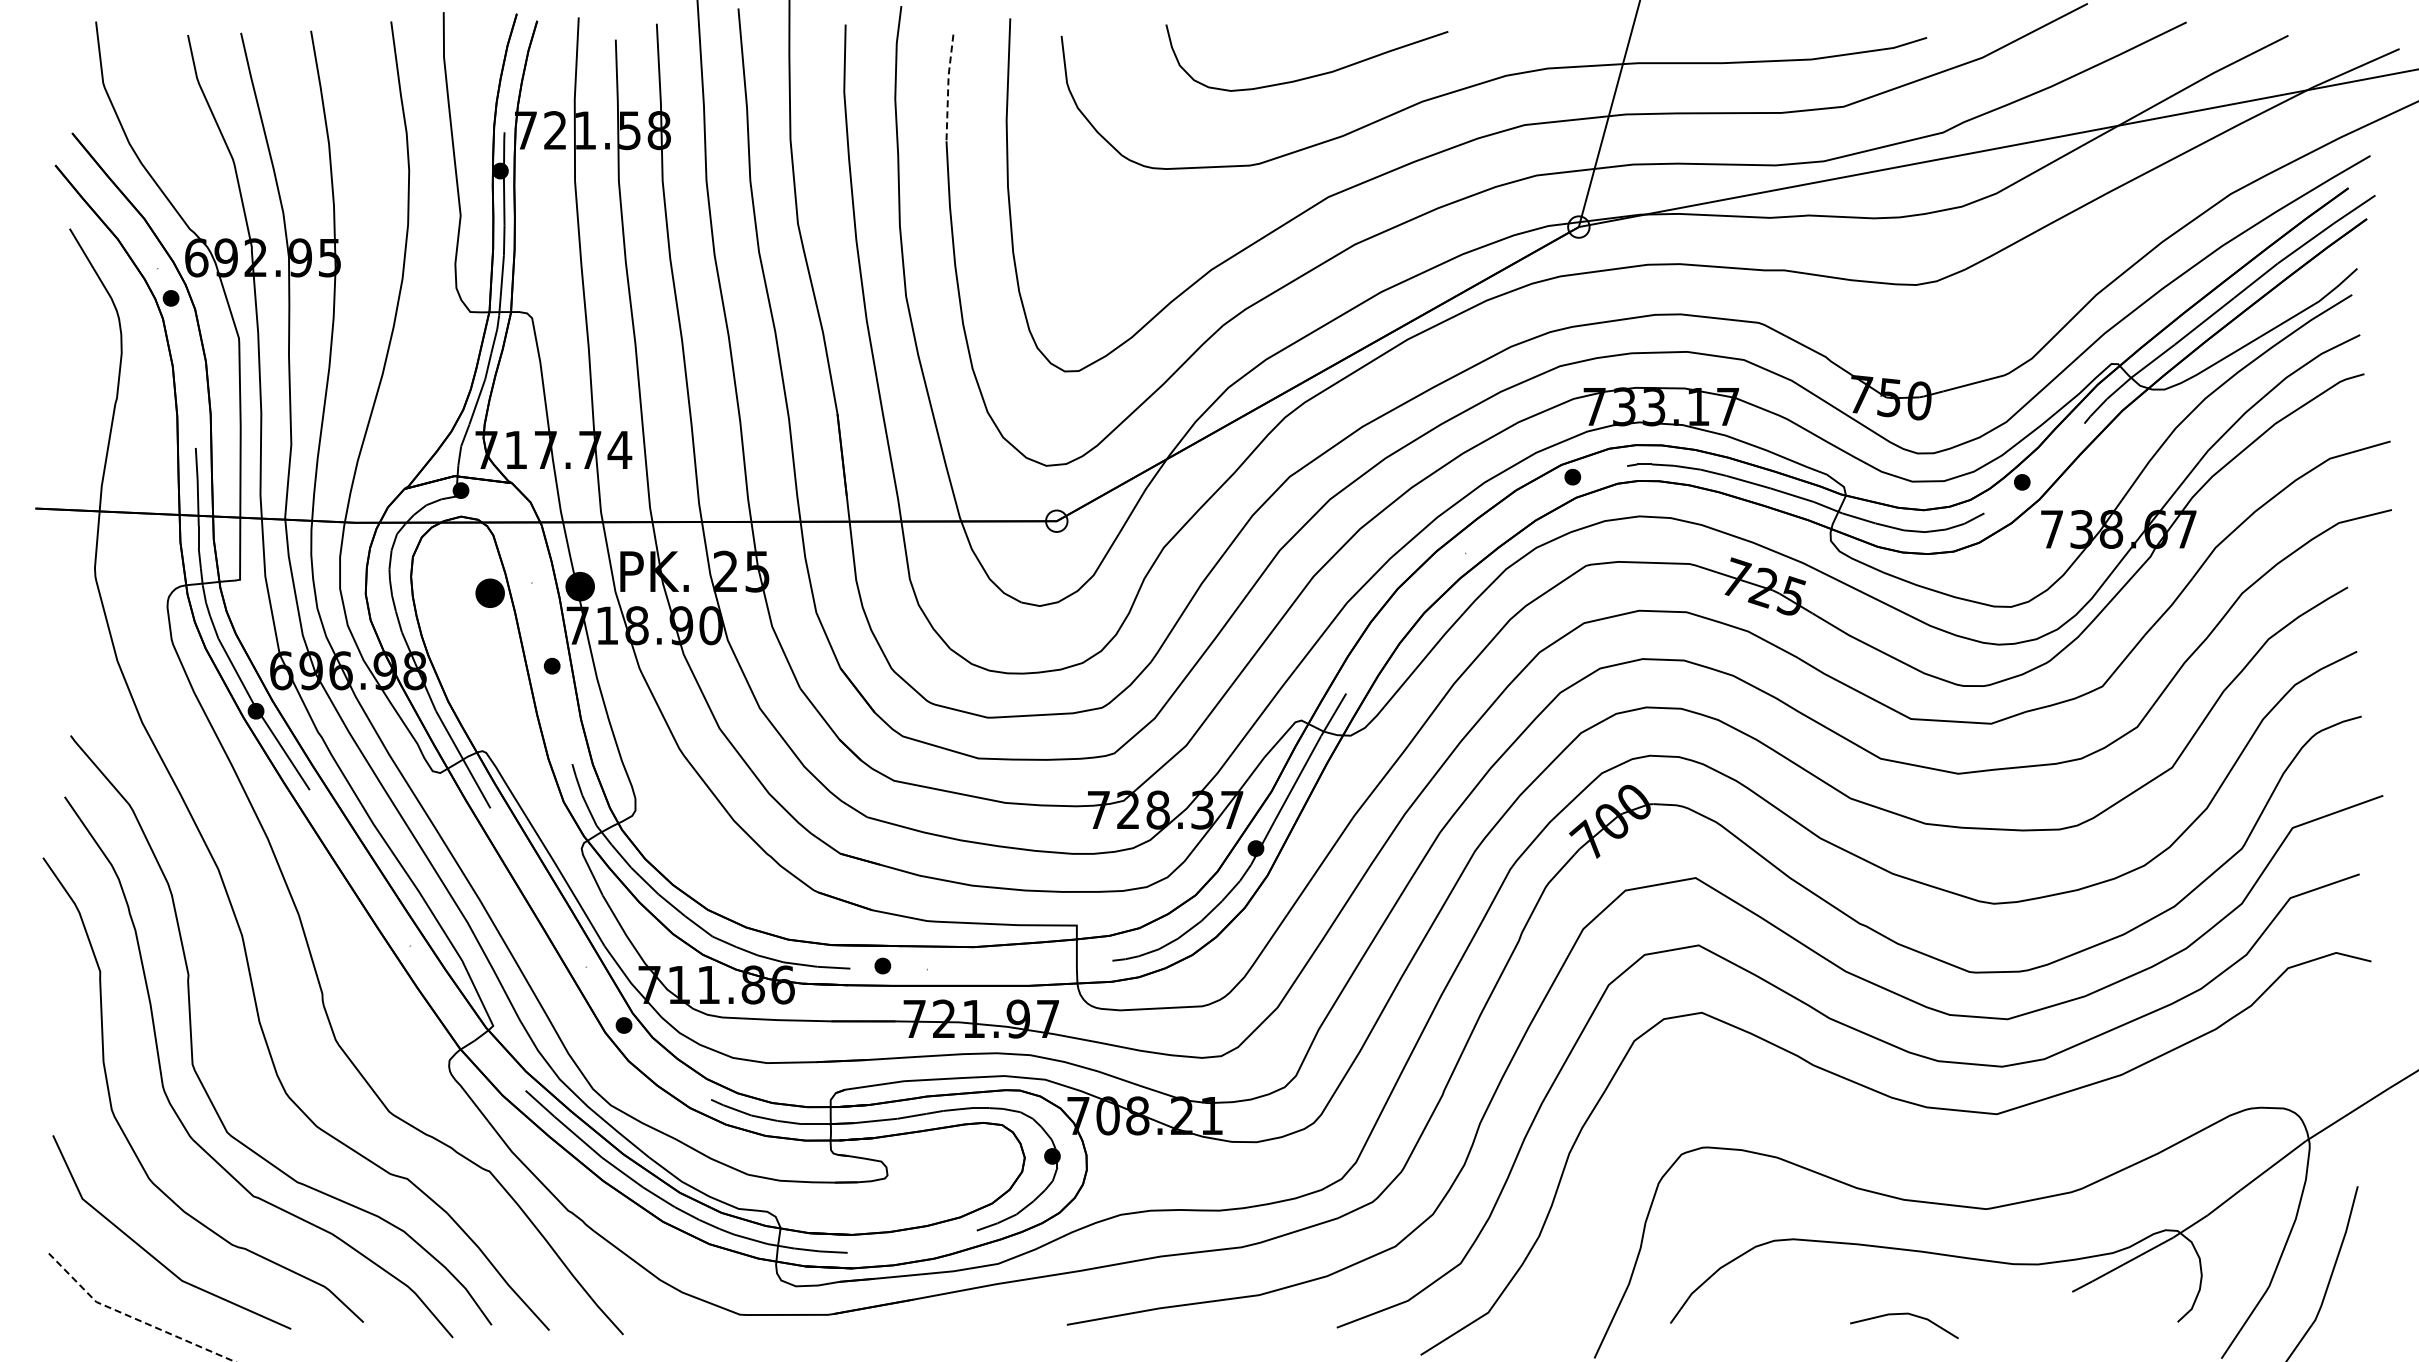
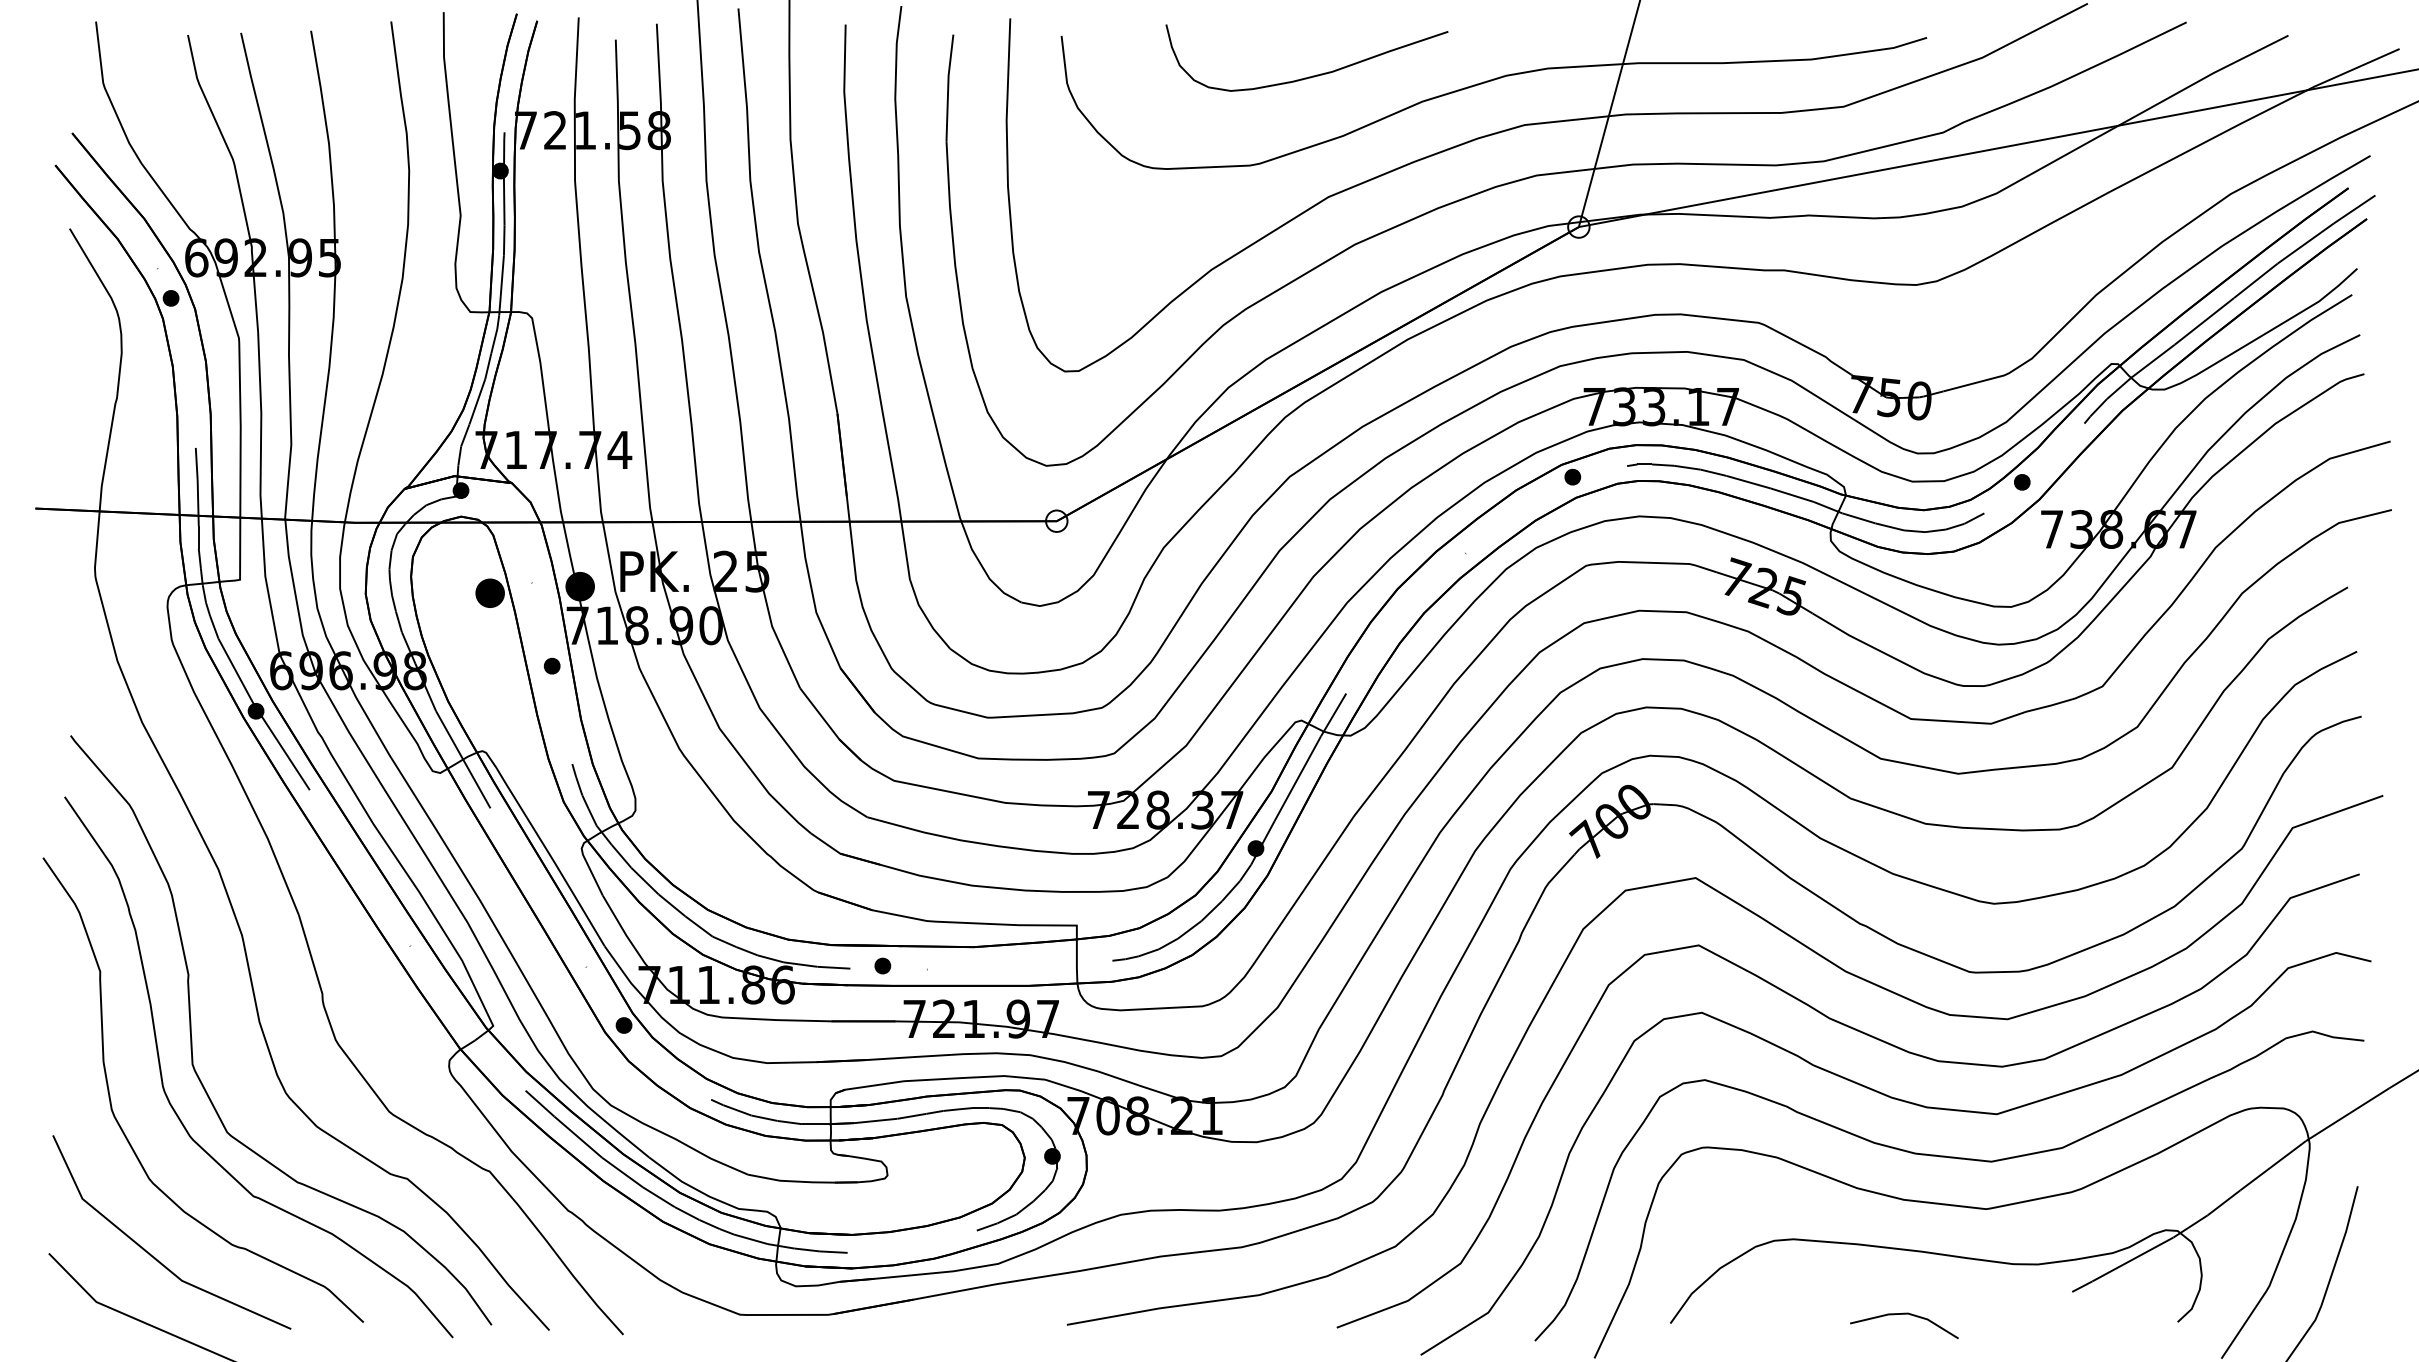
line at (948, 87): dashed -> solid
curve at (1949, 1158): none -> present
line at (133, 1318): dashed -> solid
